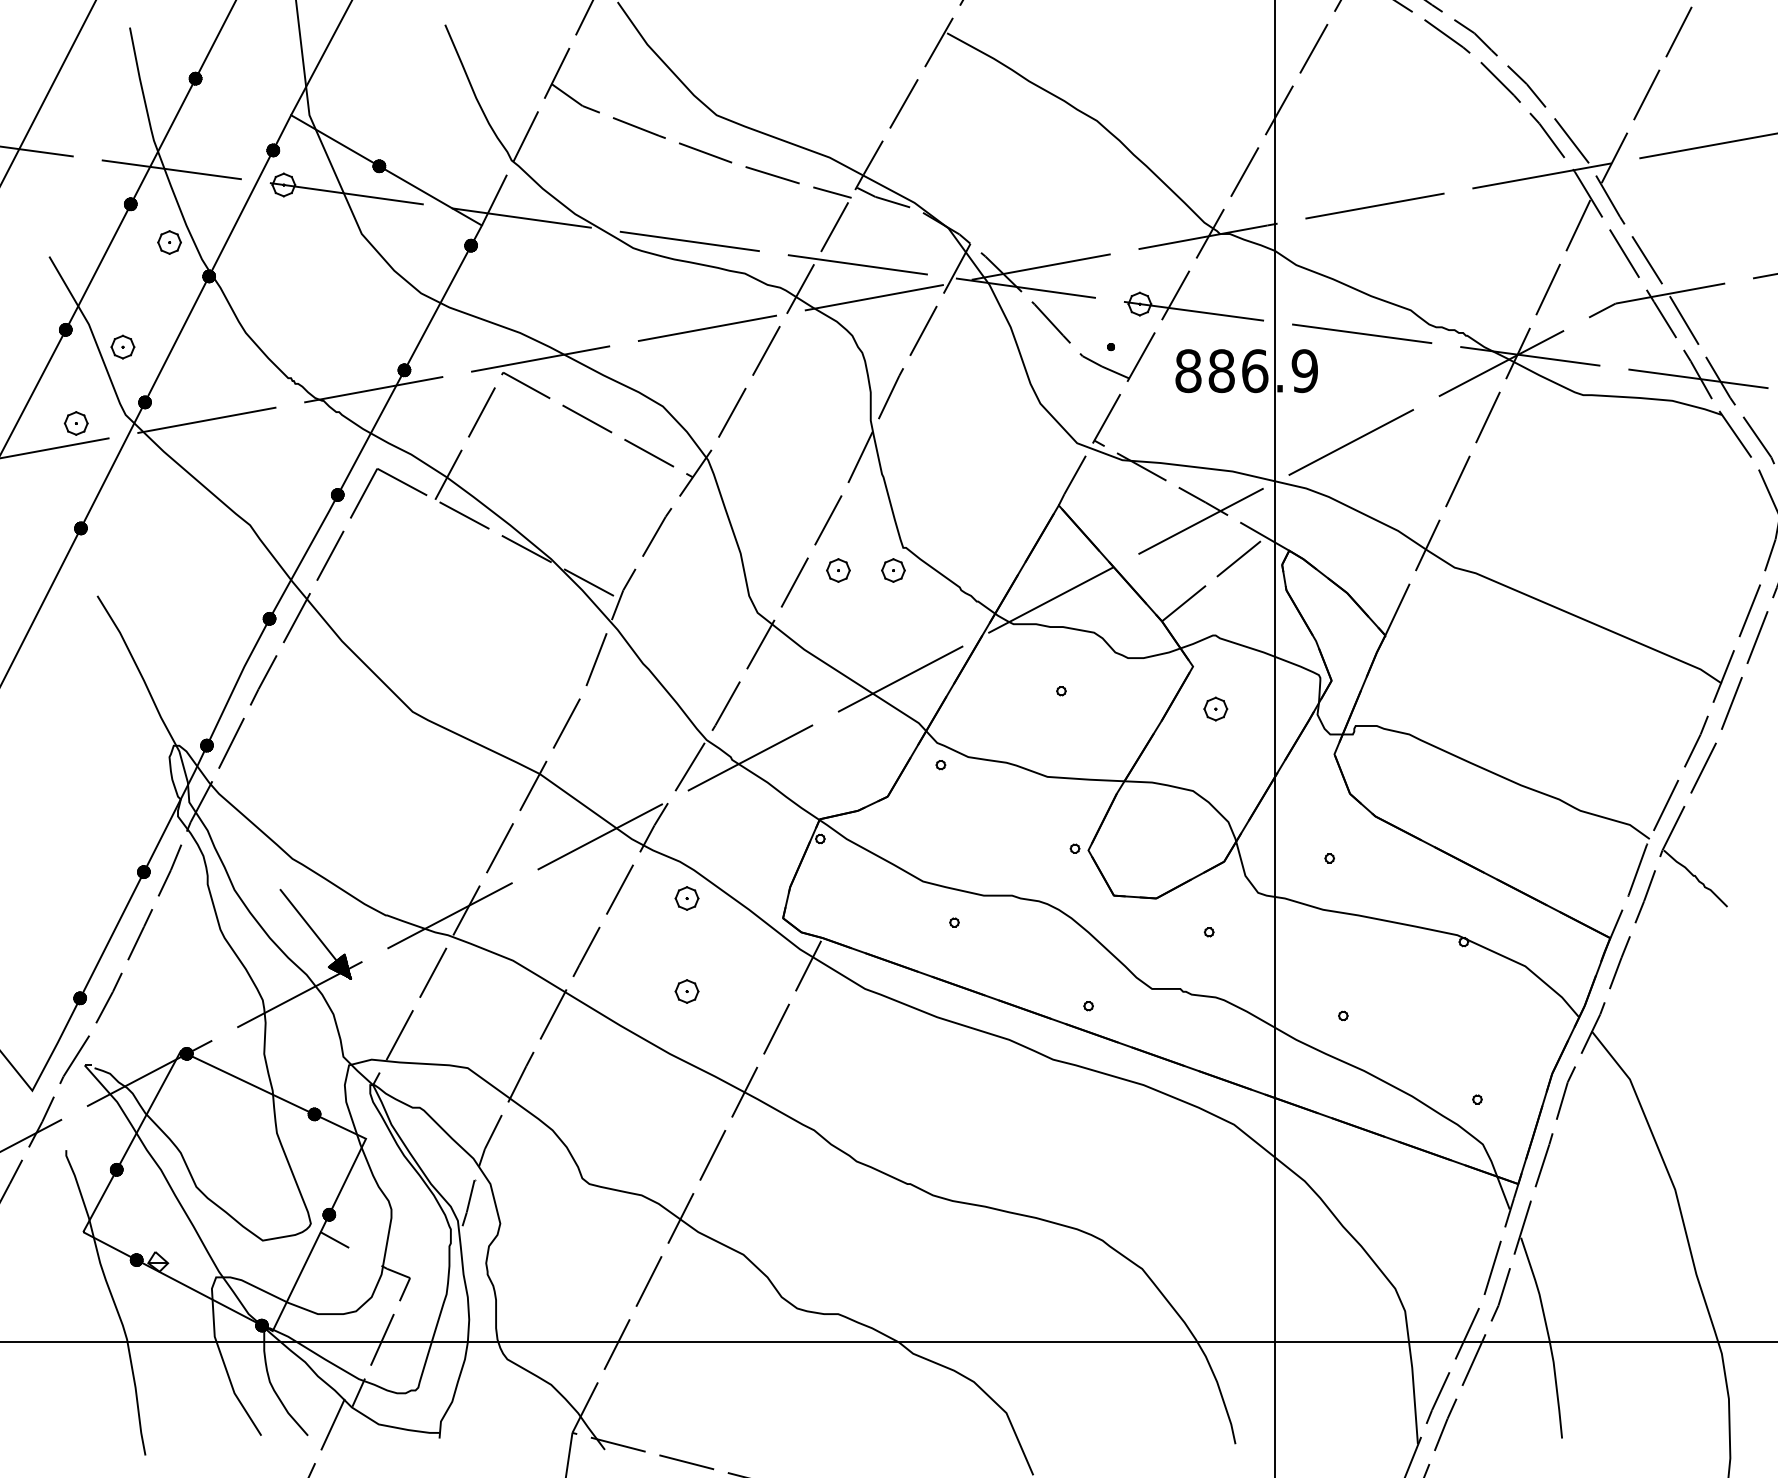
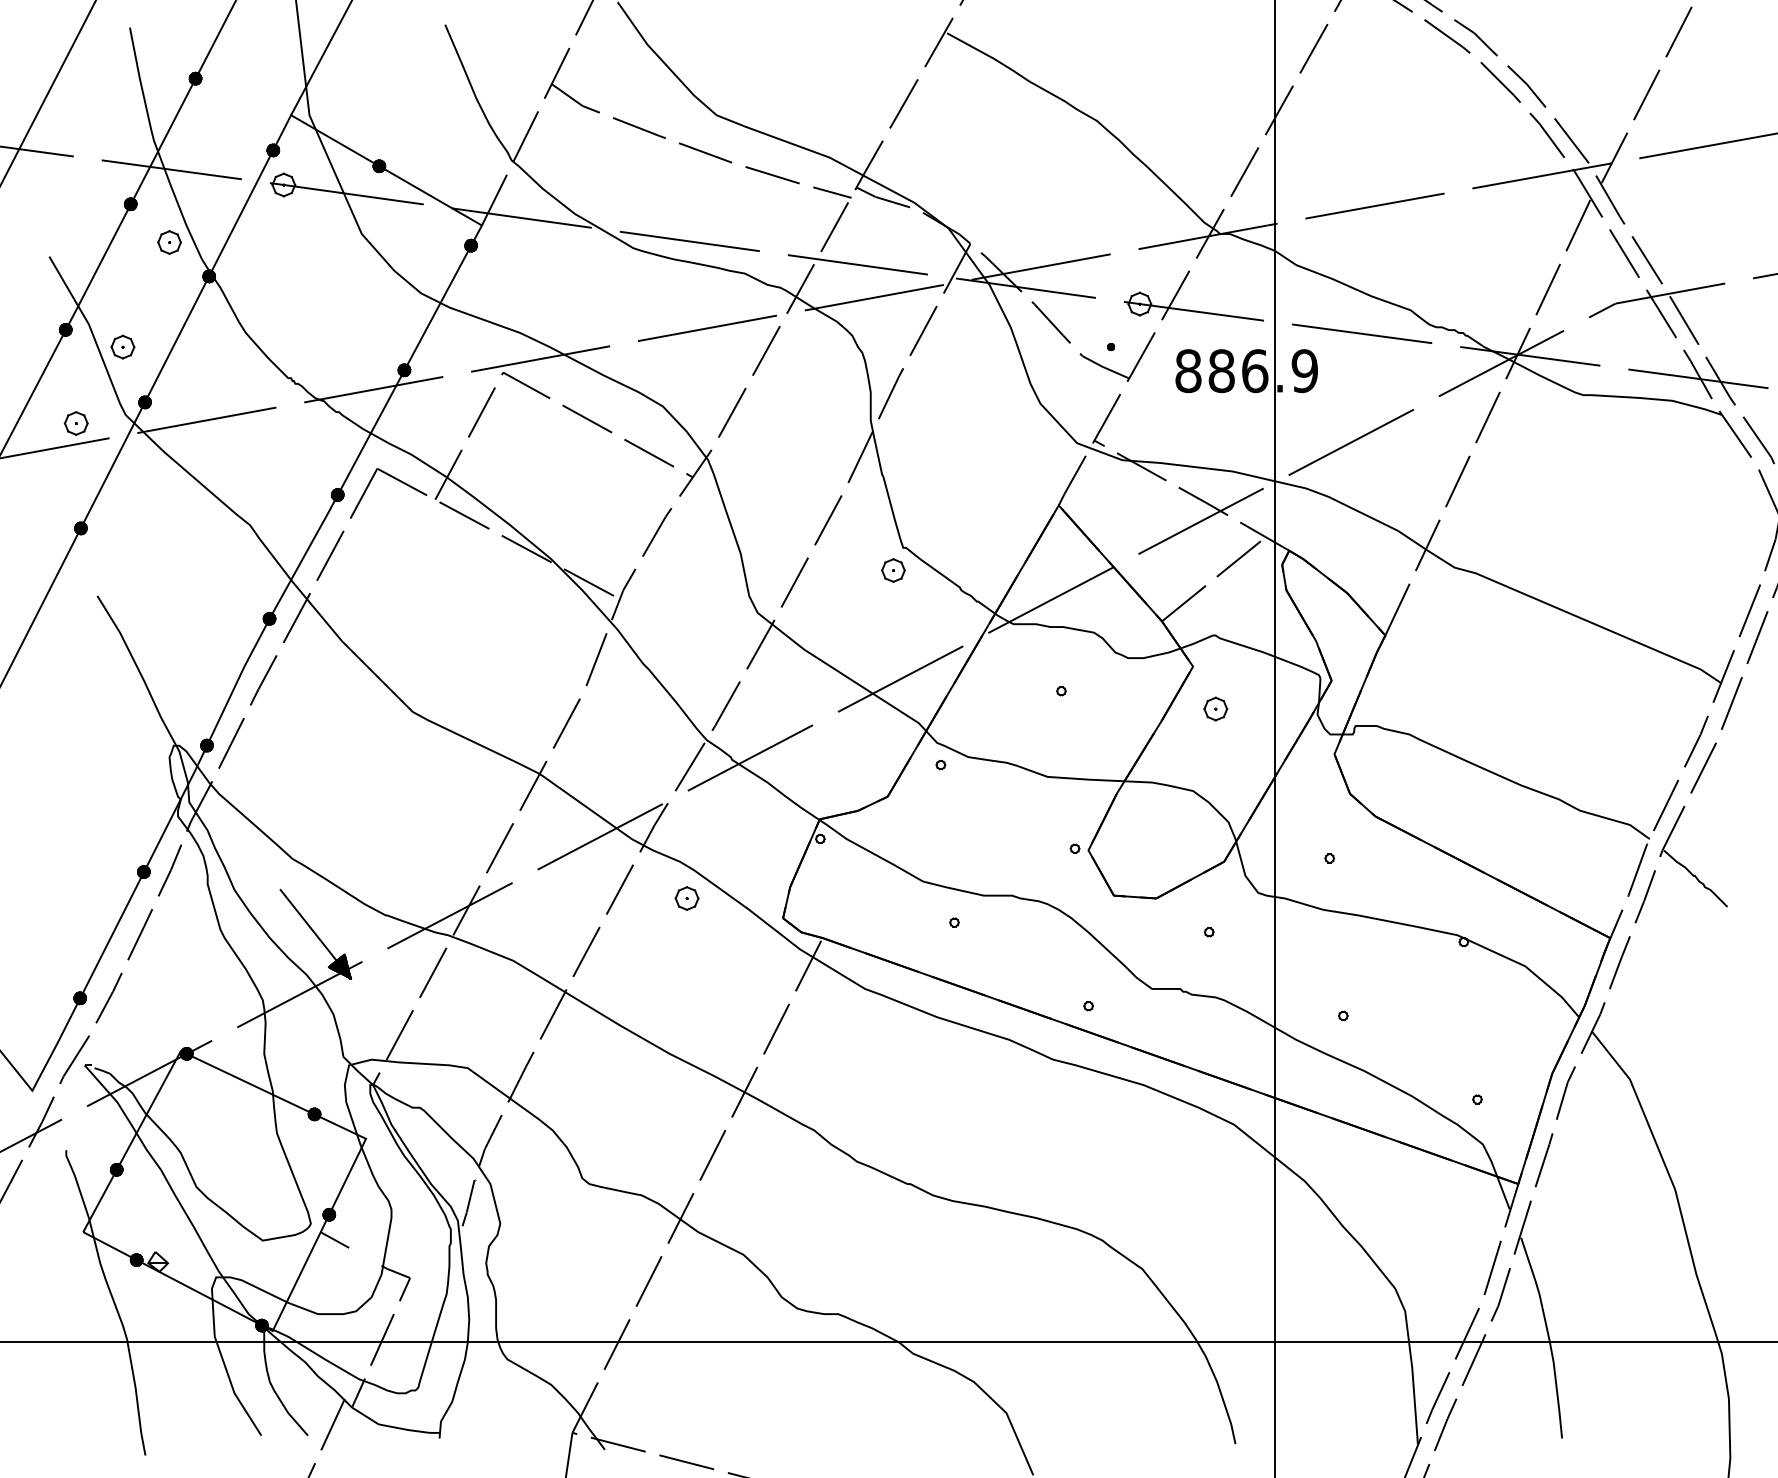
part at (838, 570): present -> none
part at (686, 991): present -> none
